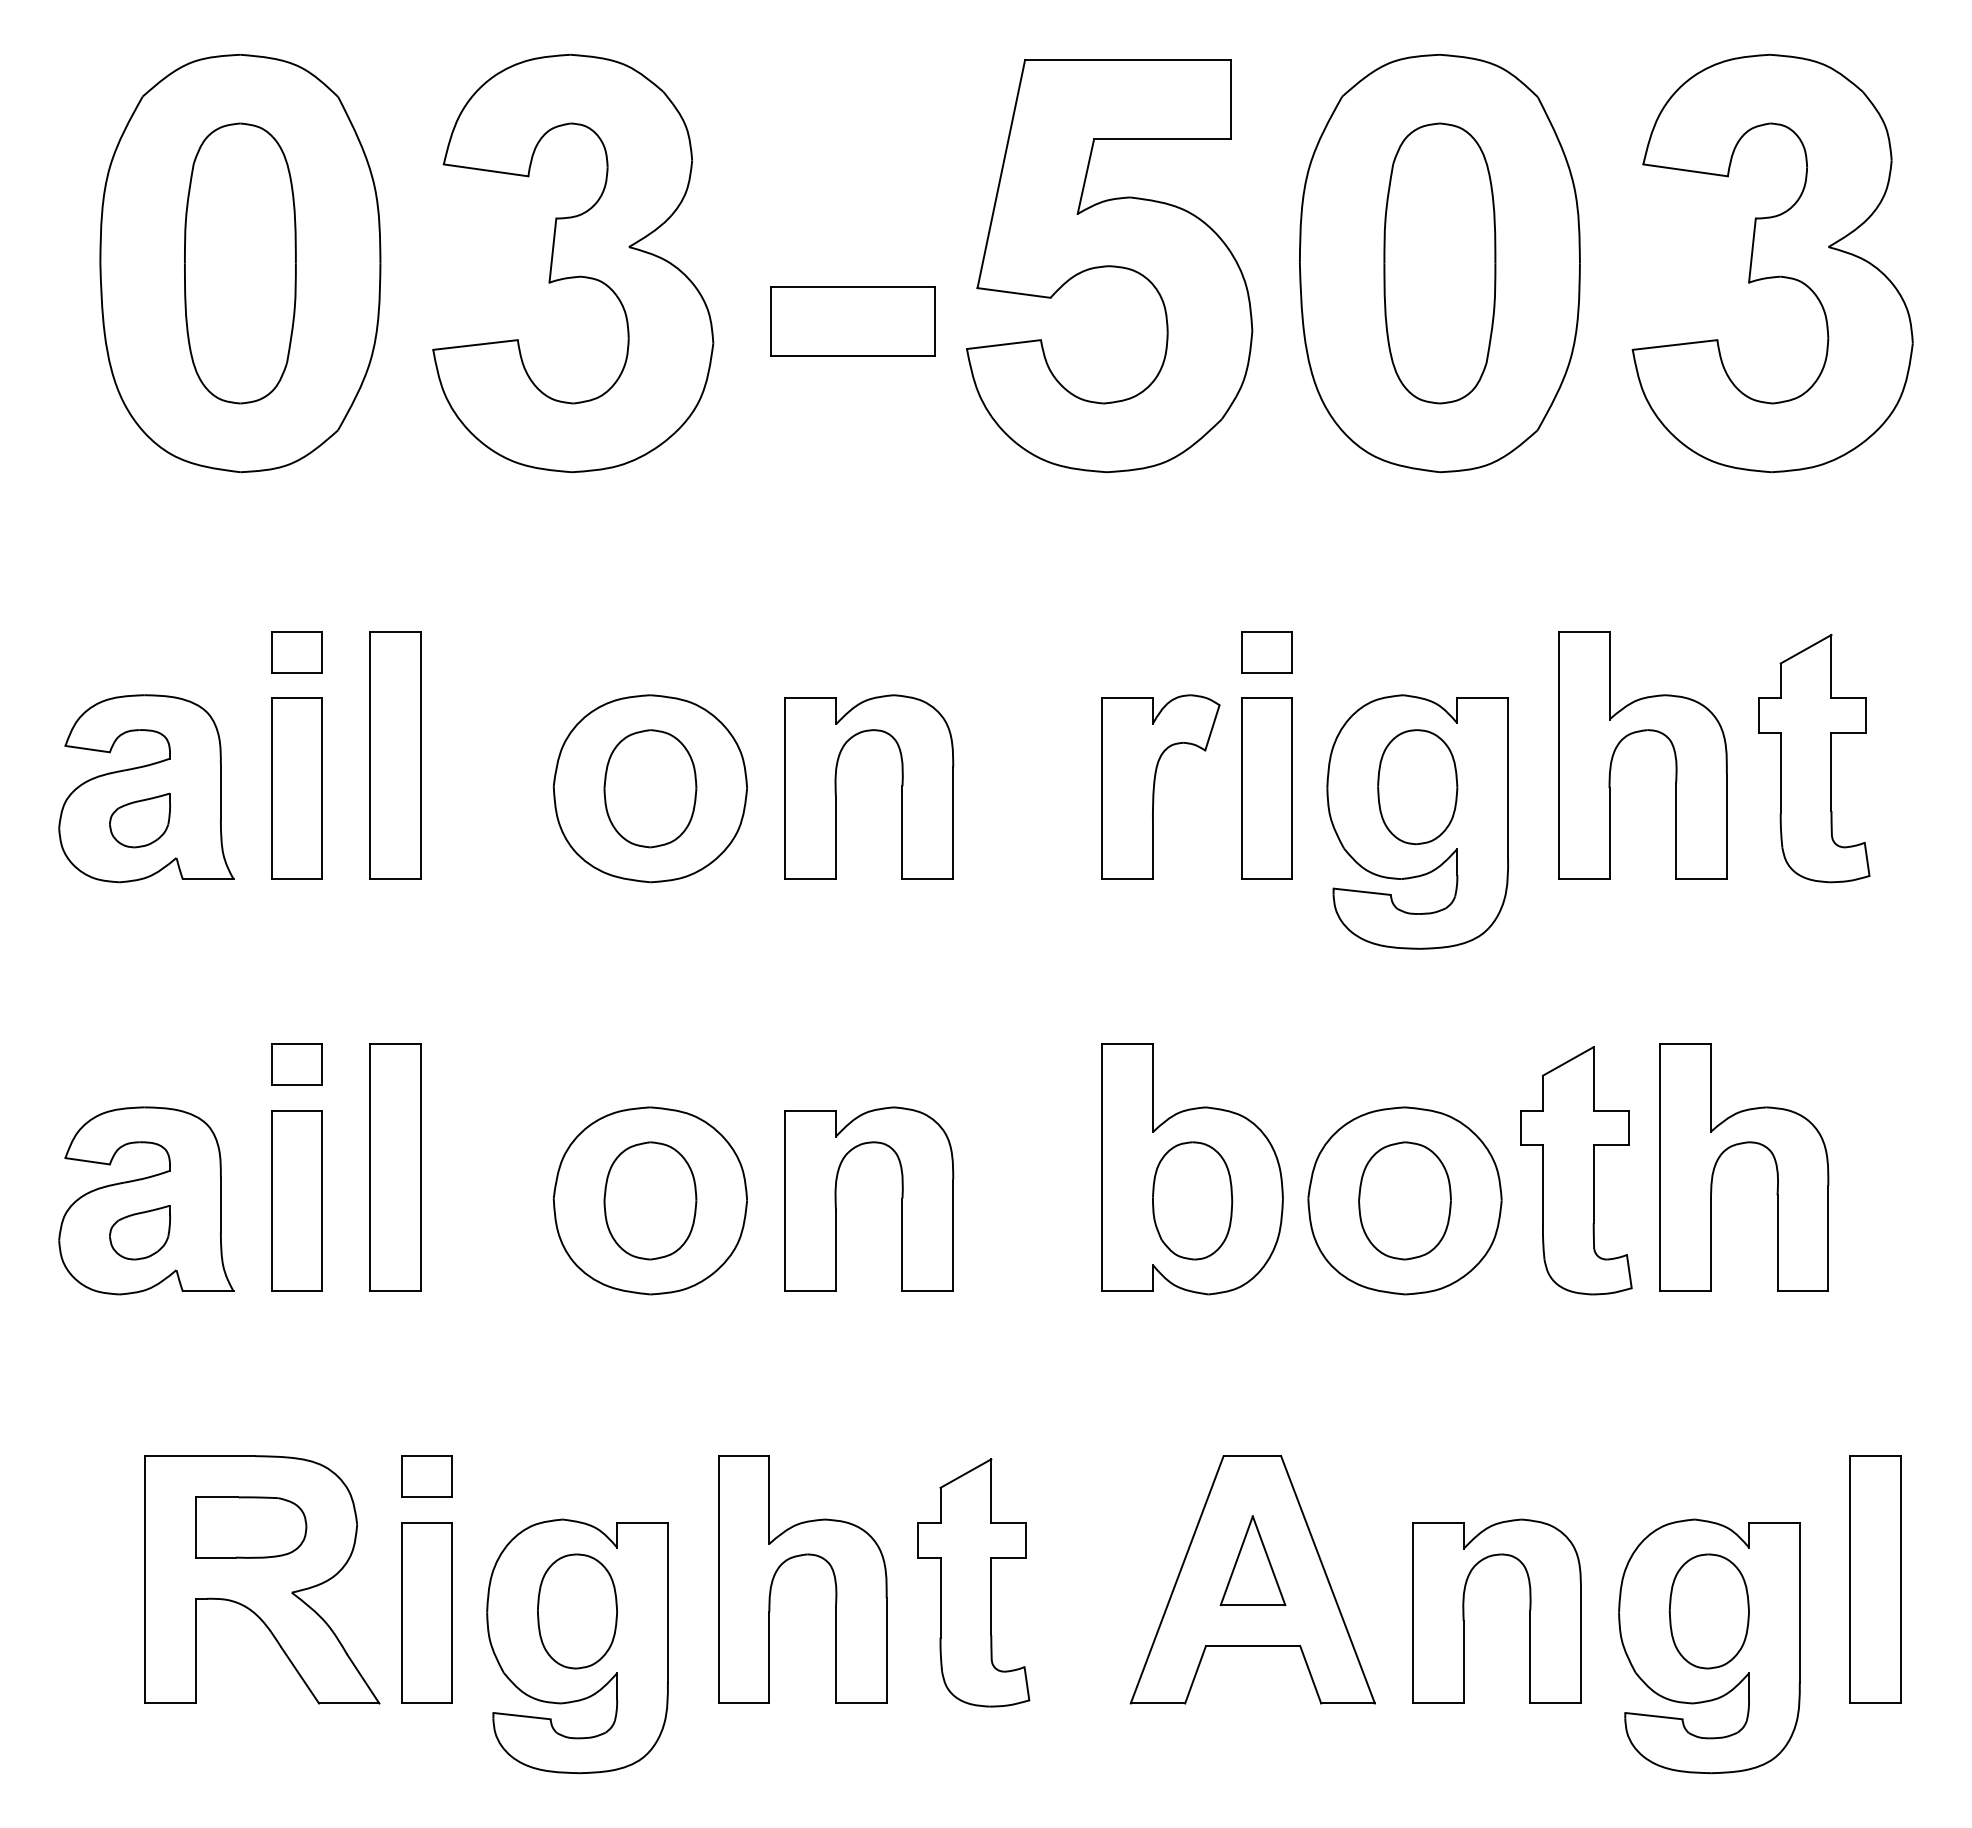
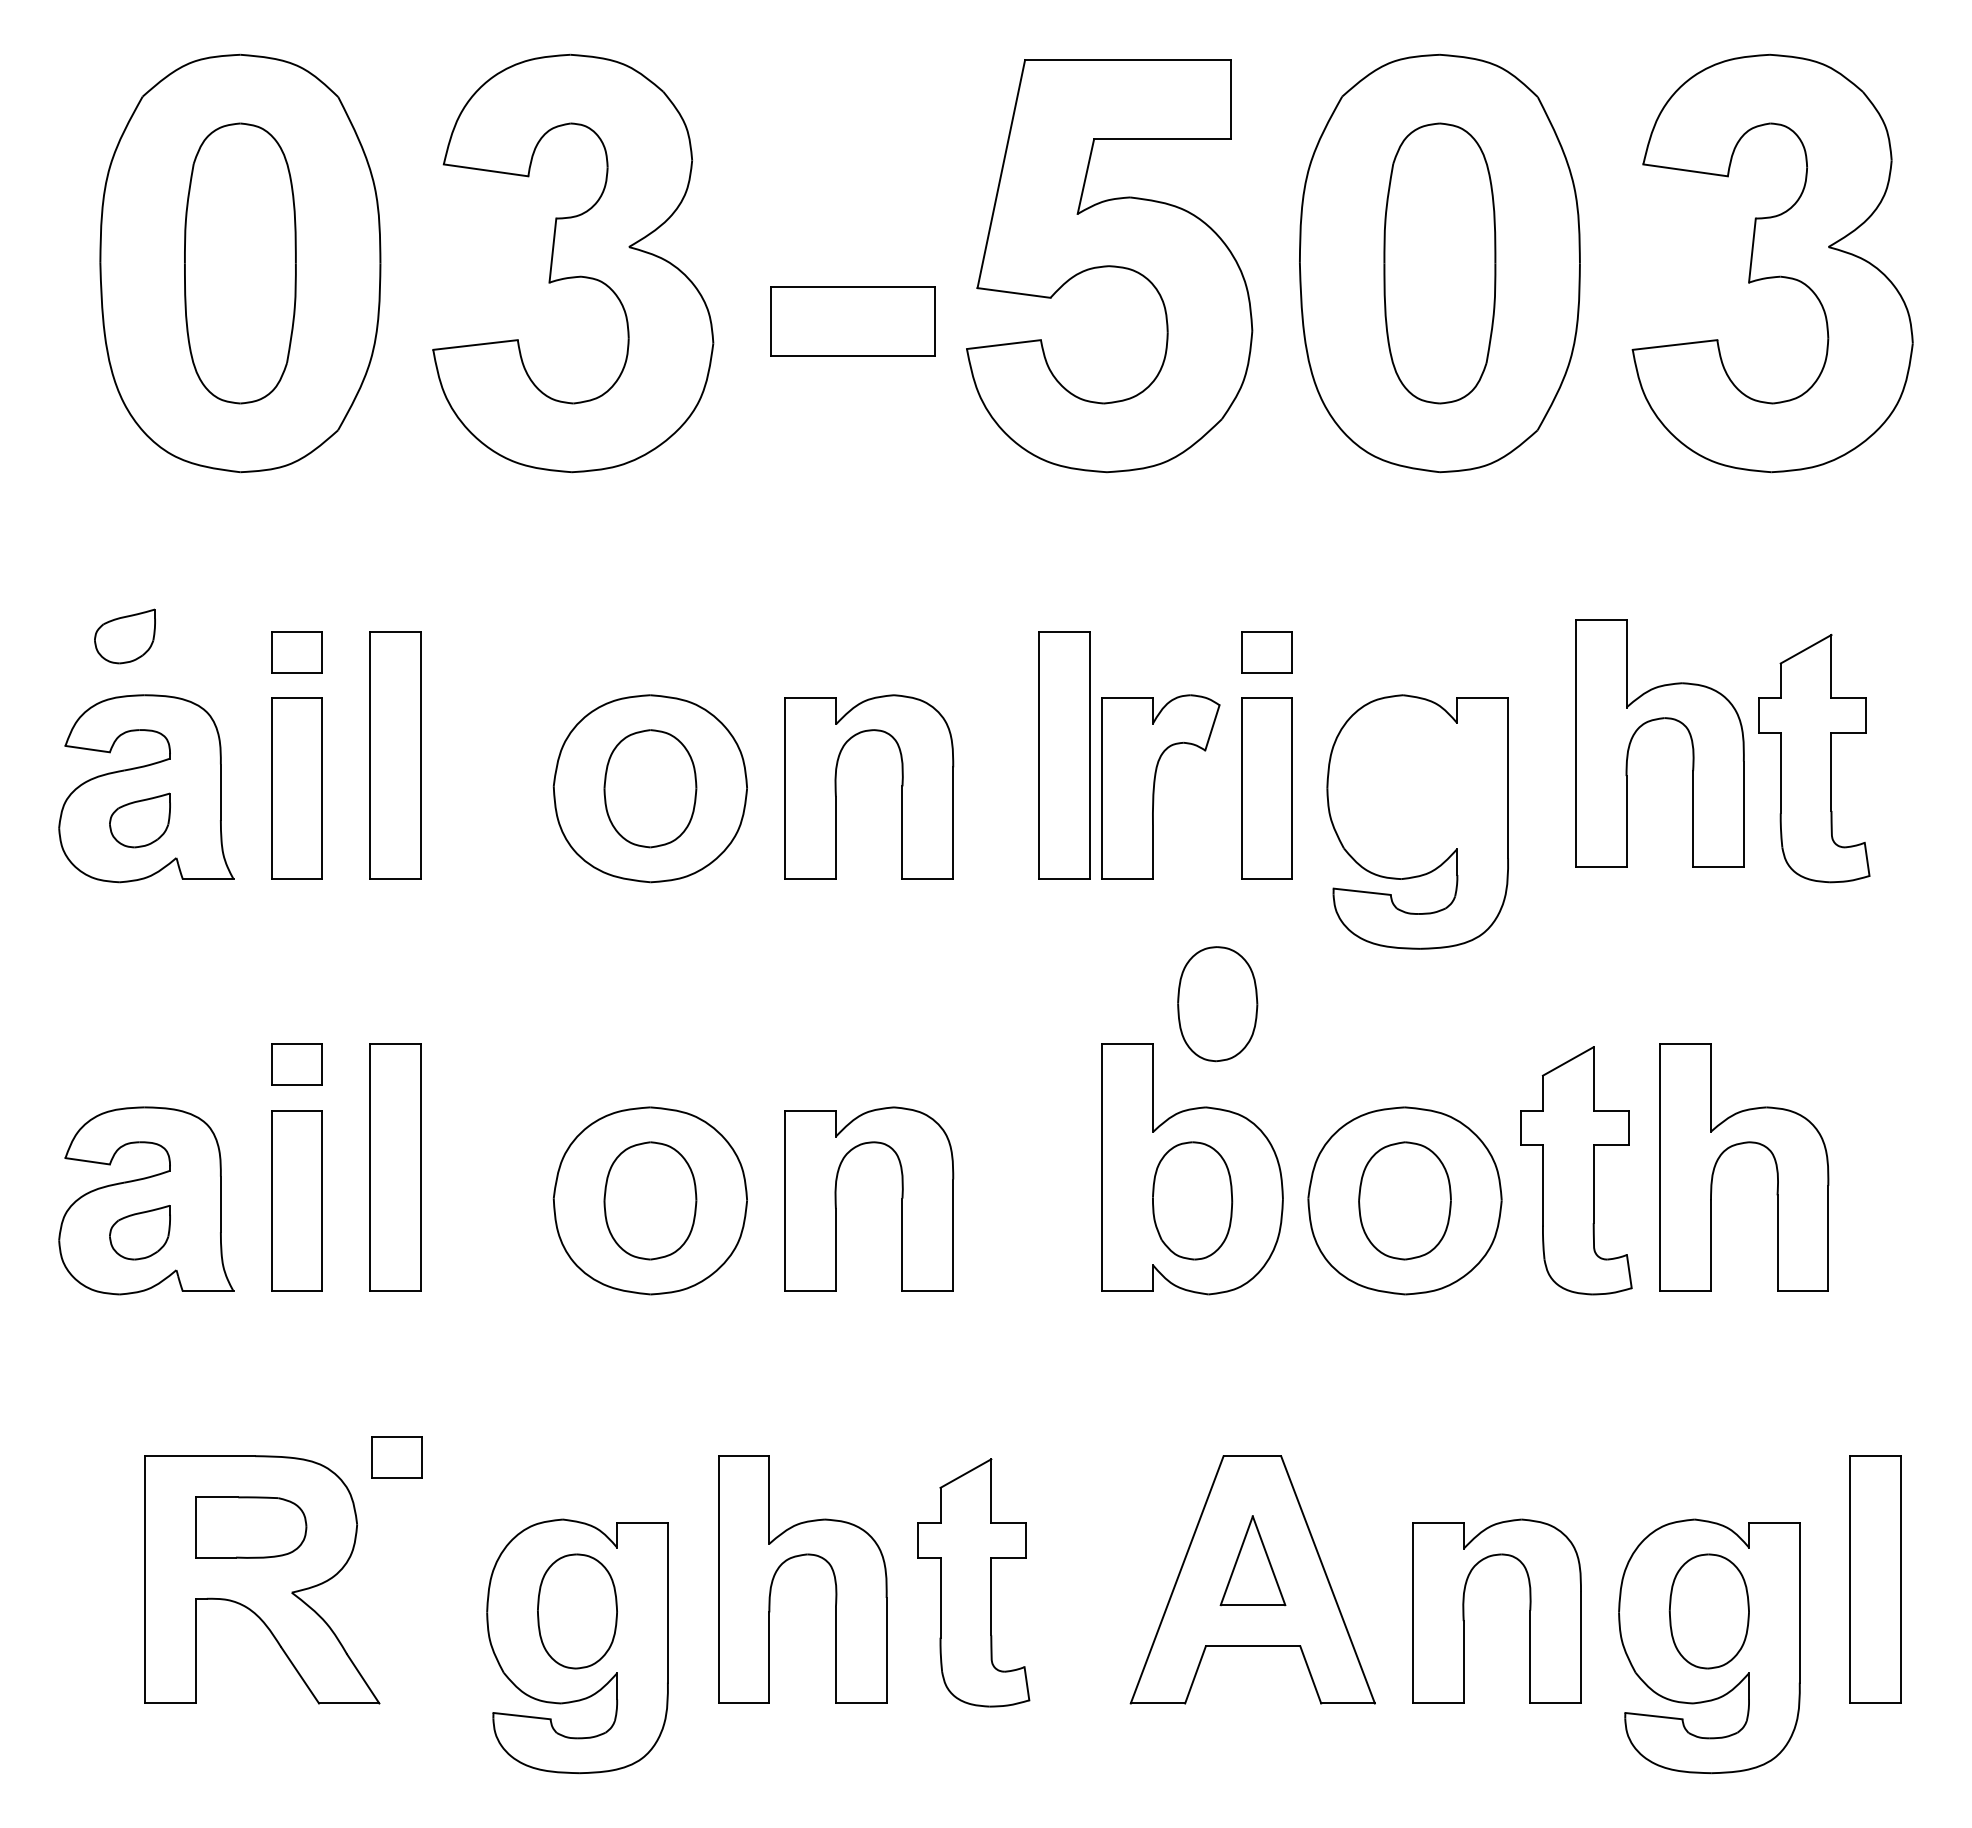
part at (124, 636): none -> present
part at (1640, 732) position: (1640, 732) -> (1657, 720)
part at (1064, 755): none -> present
part at (1417, 787) position: (1417, 787) -> (1217, 1004)
part at (426, 1476) position: (426, 1476) -> (396, 1457)
part at (426, 1612): present -> none
